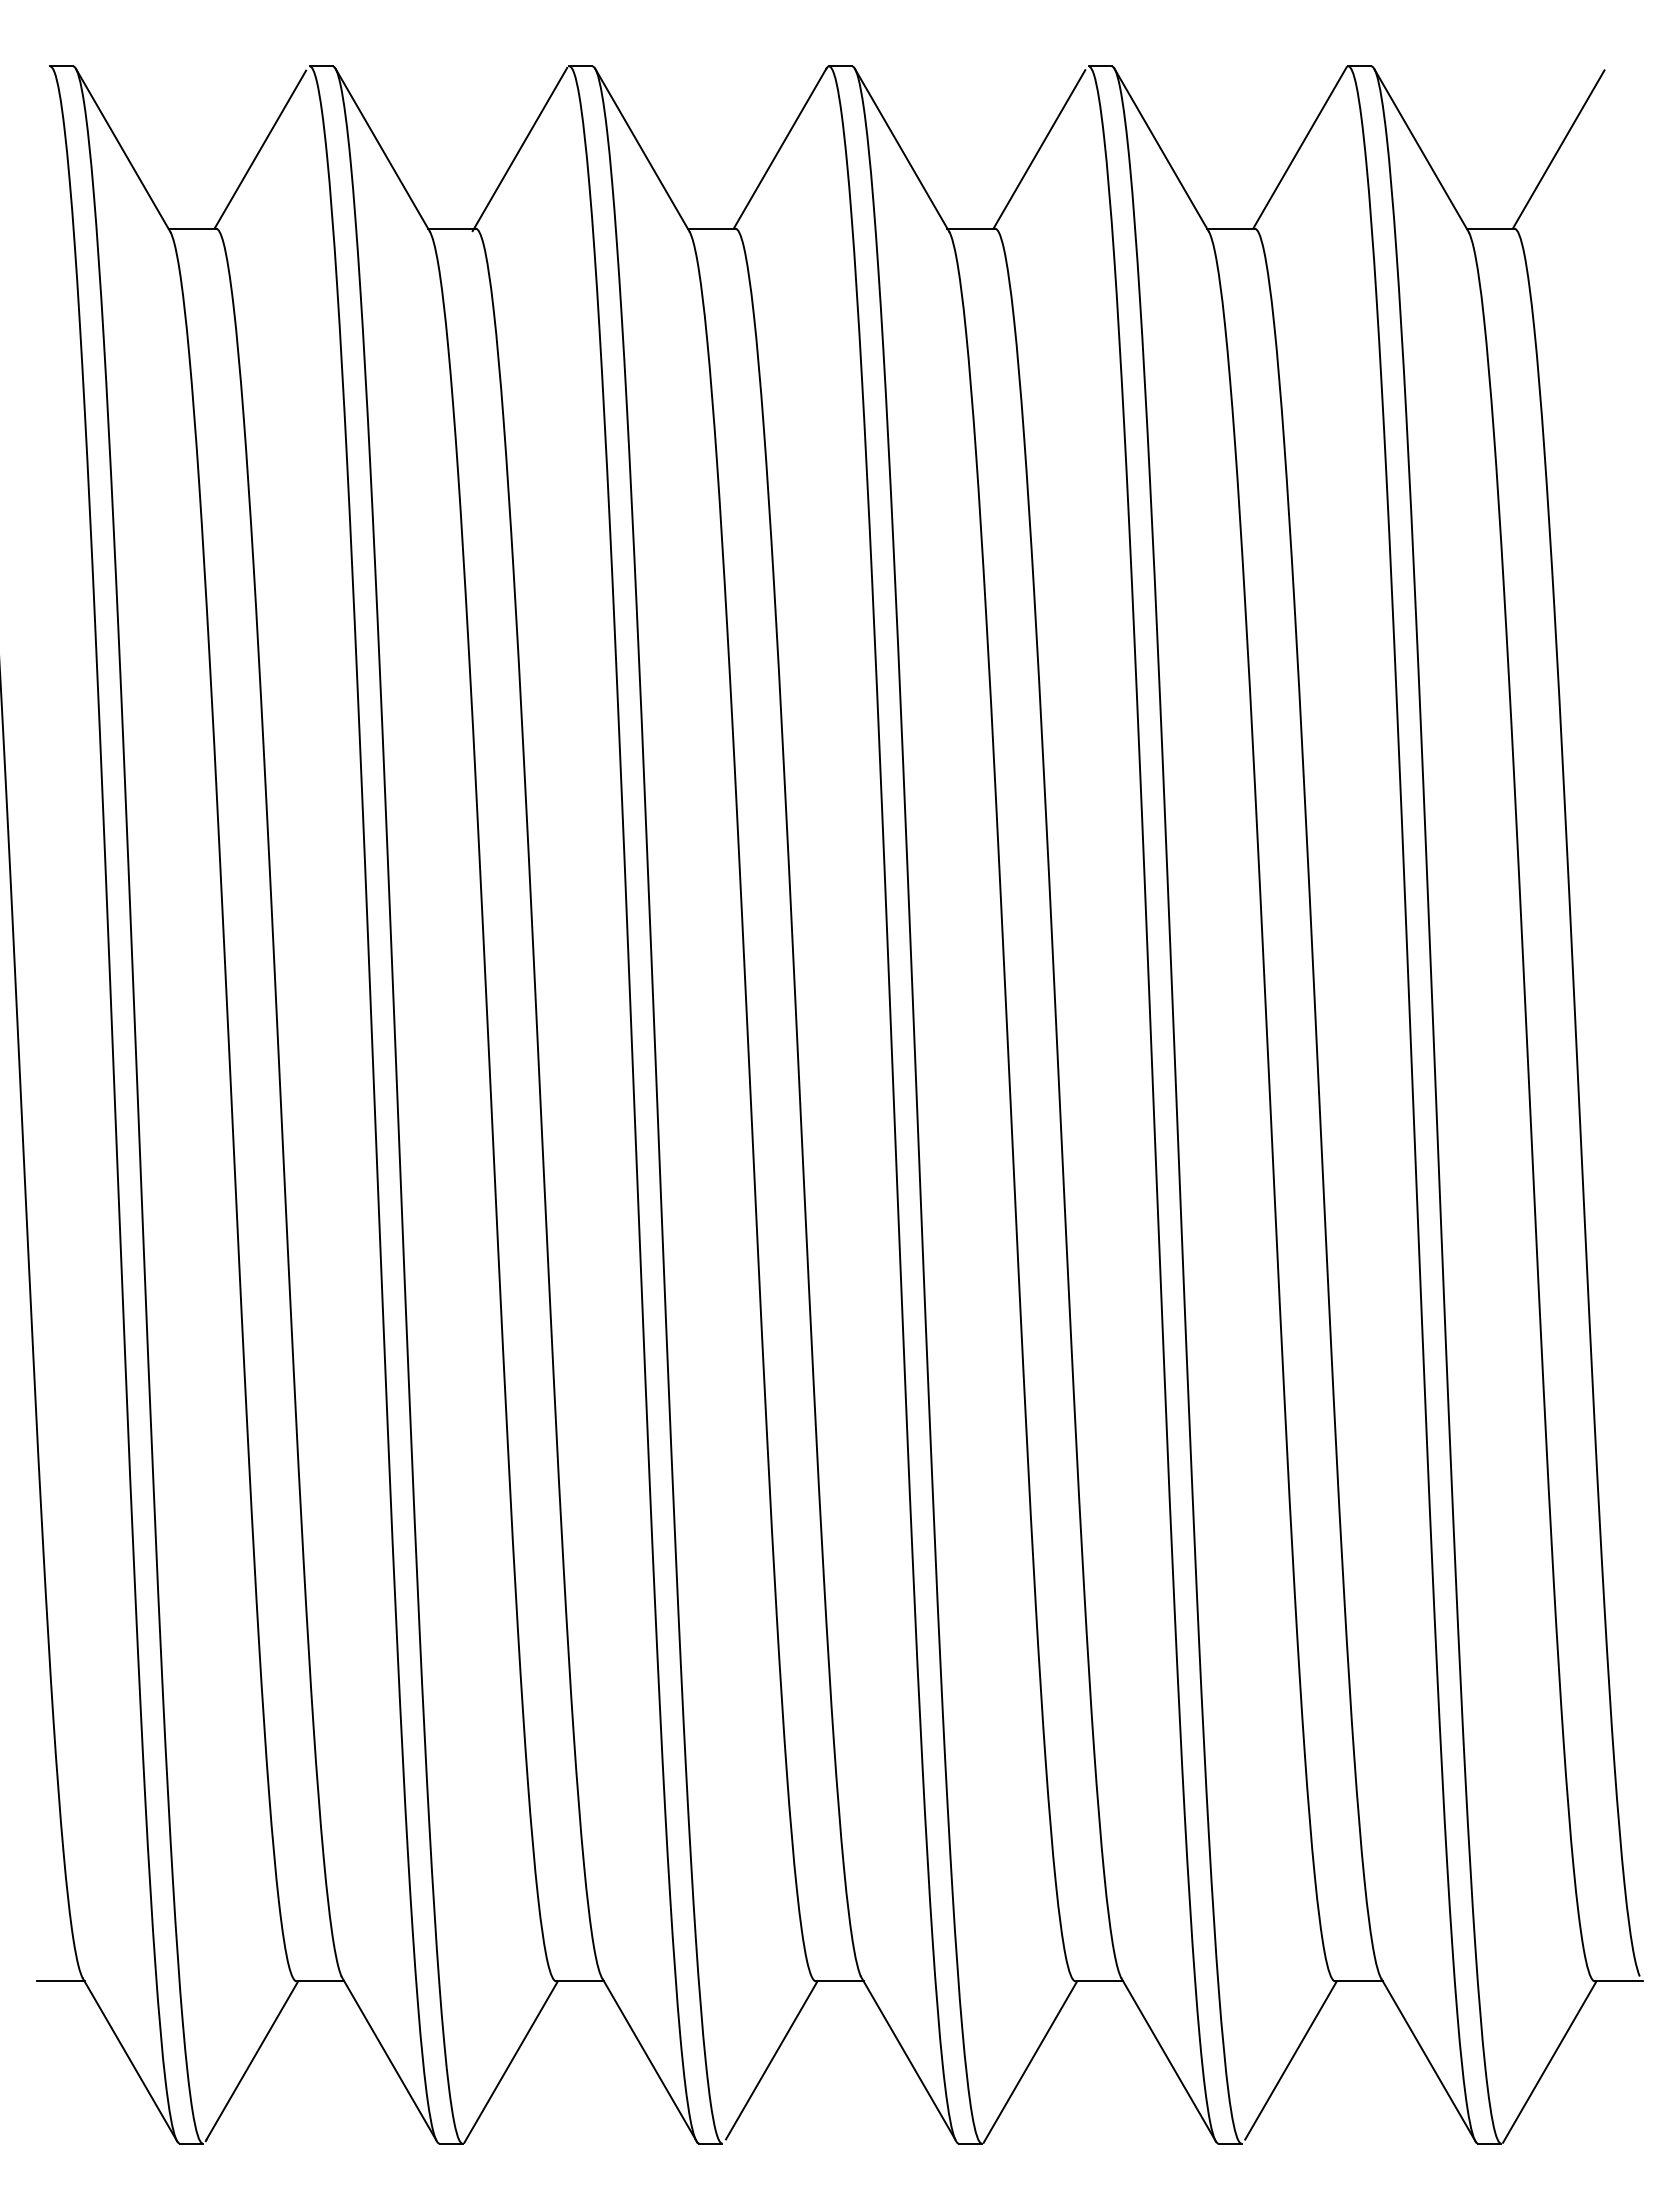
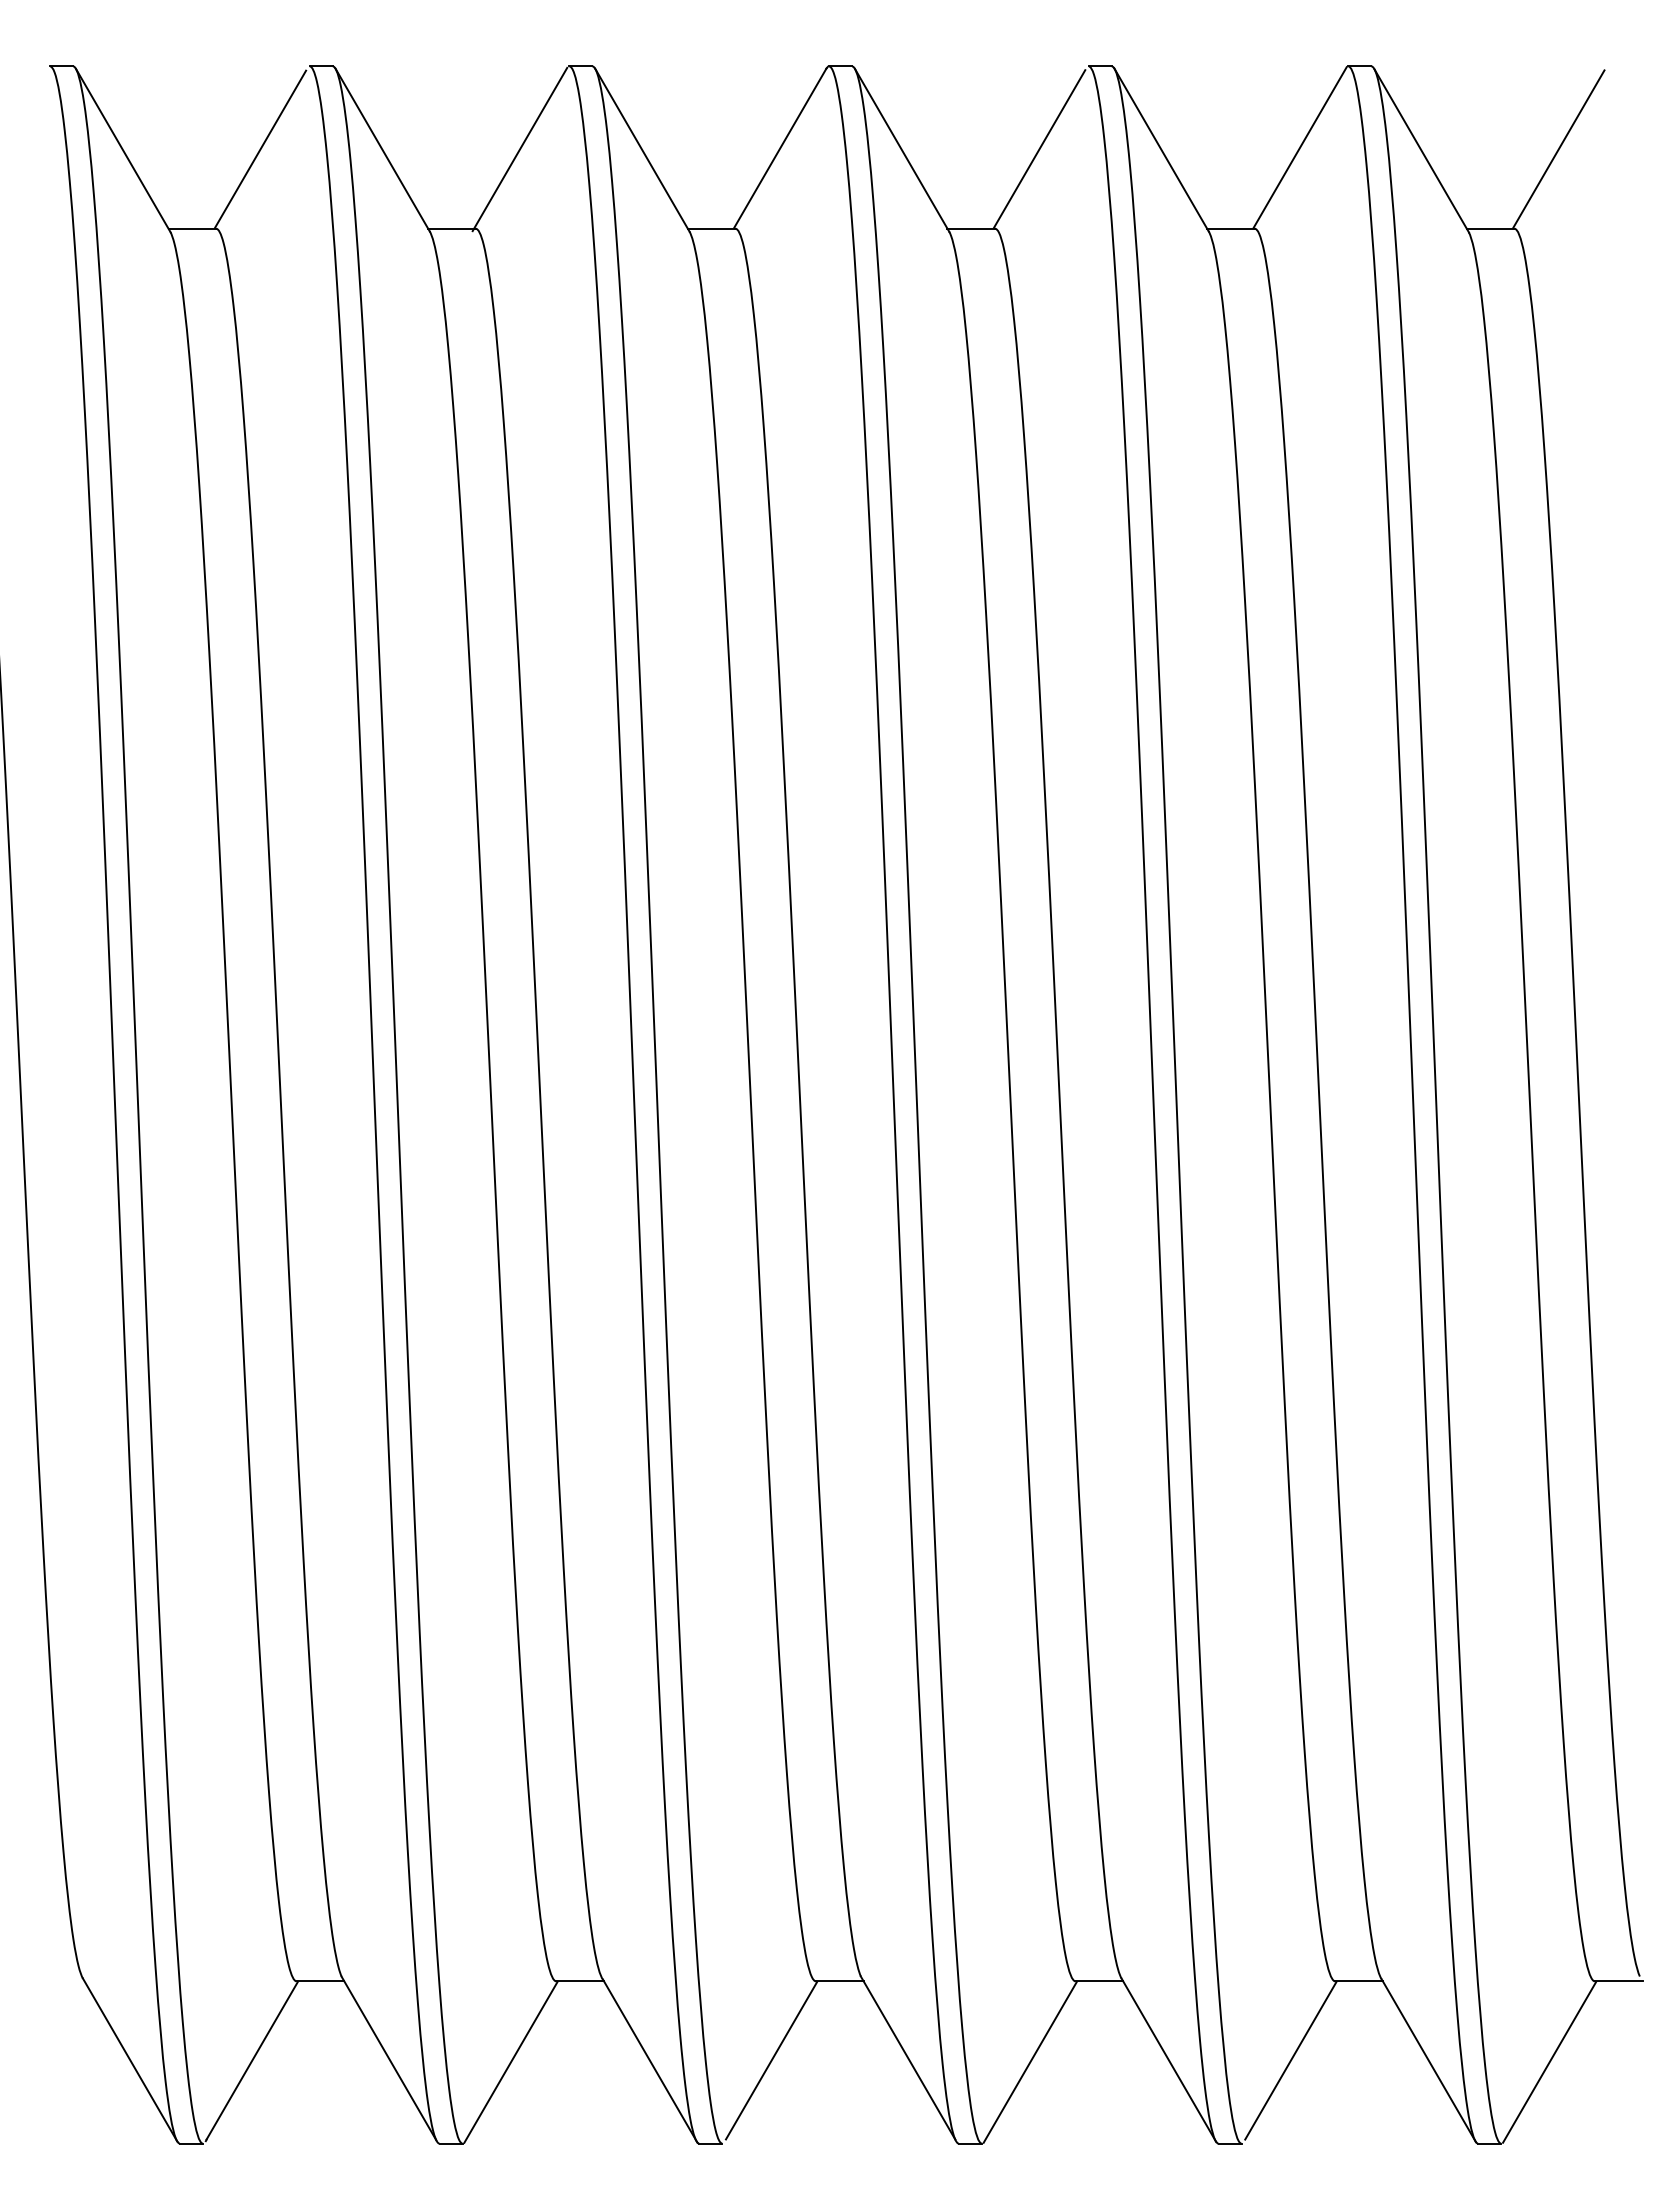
line at (60, 1981): present -> none
